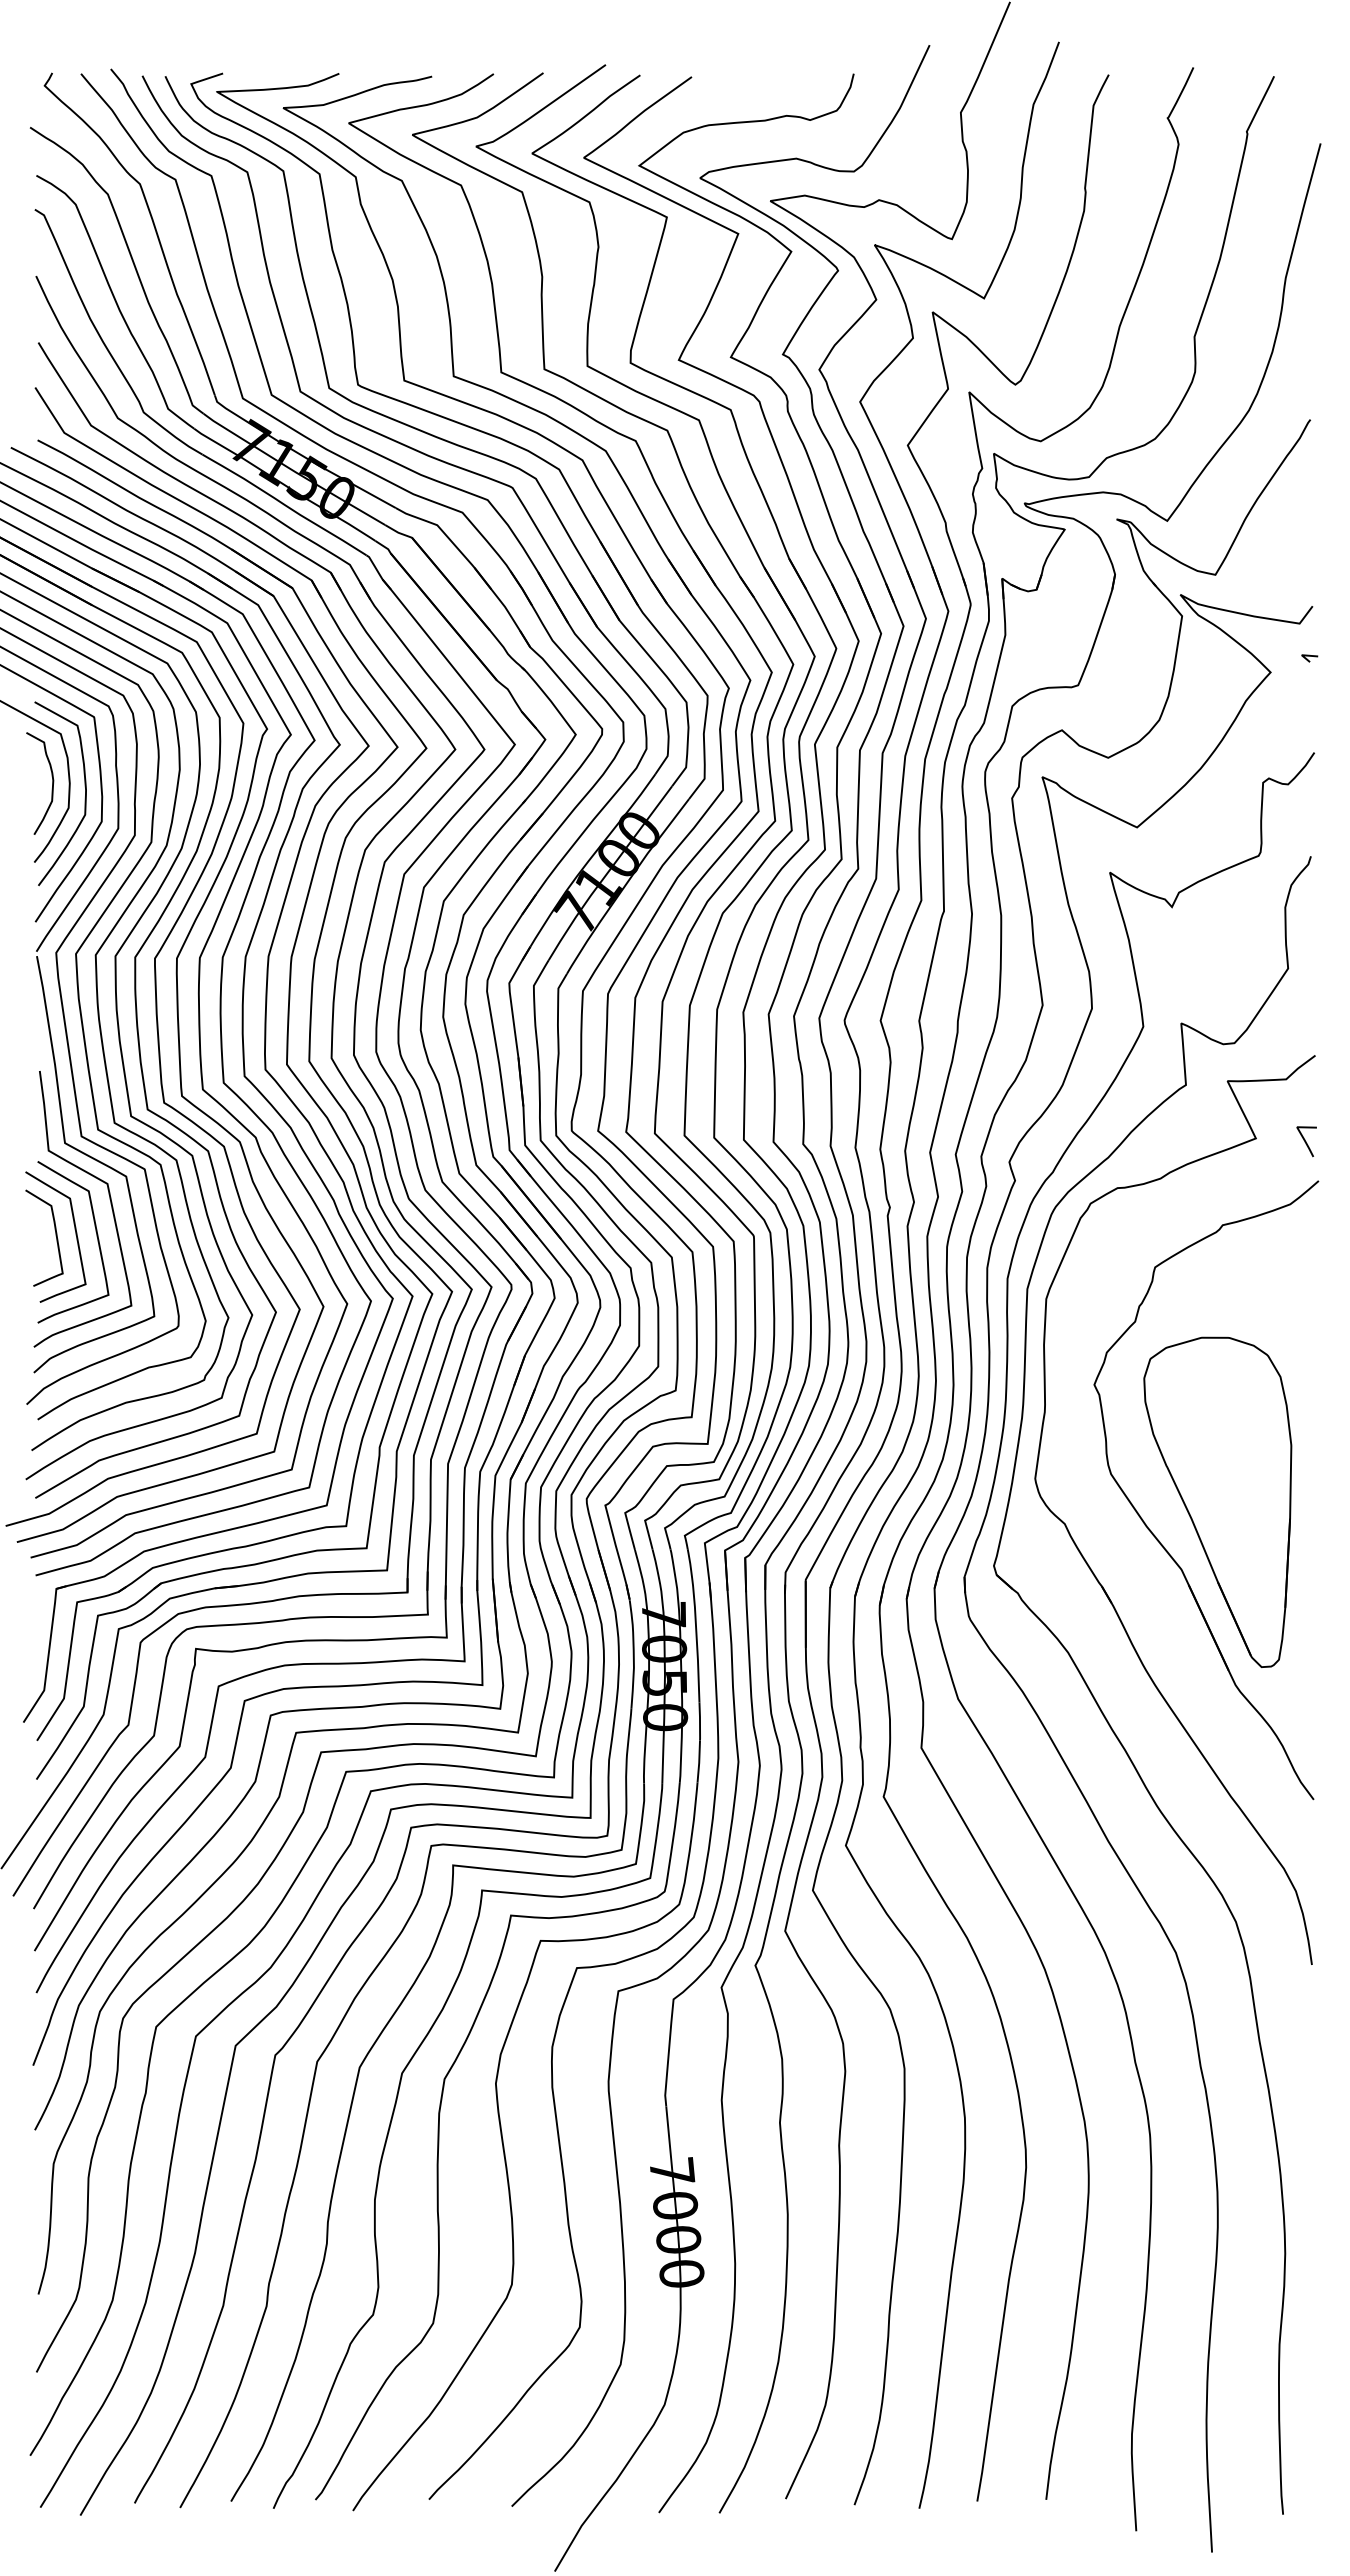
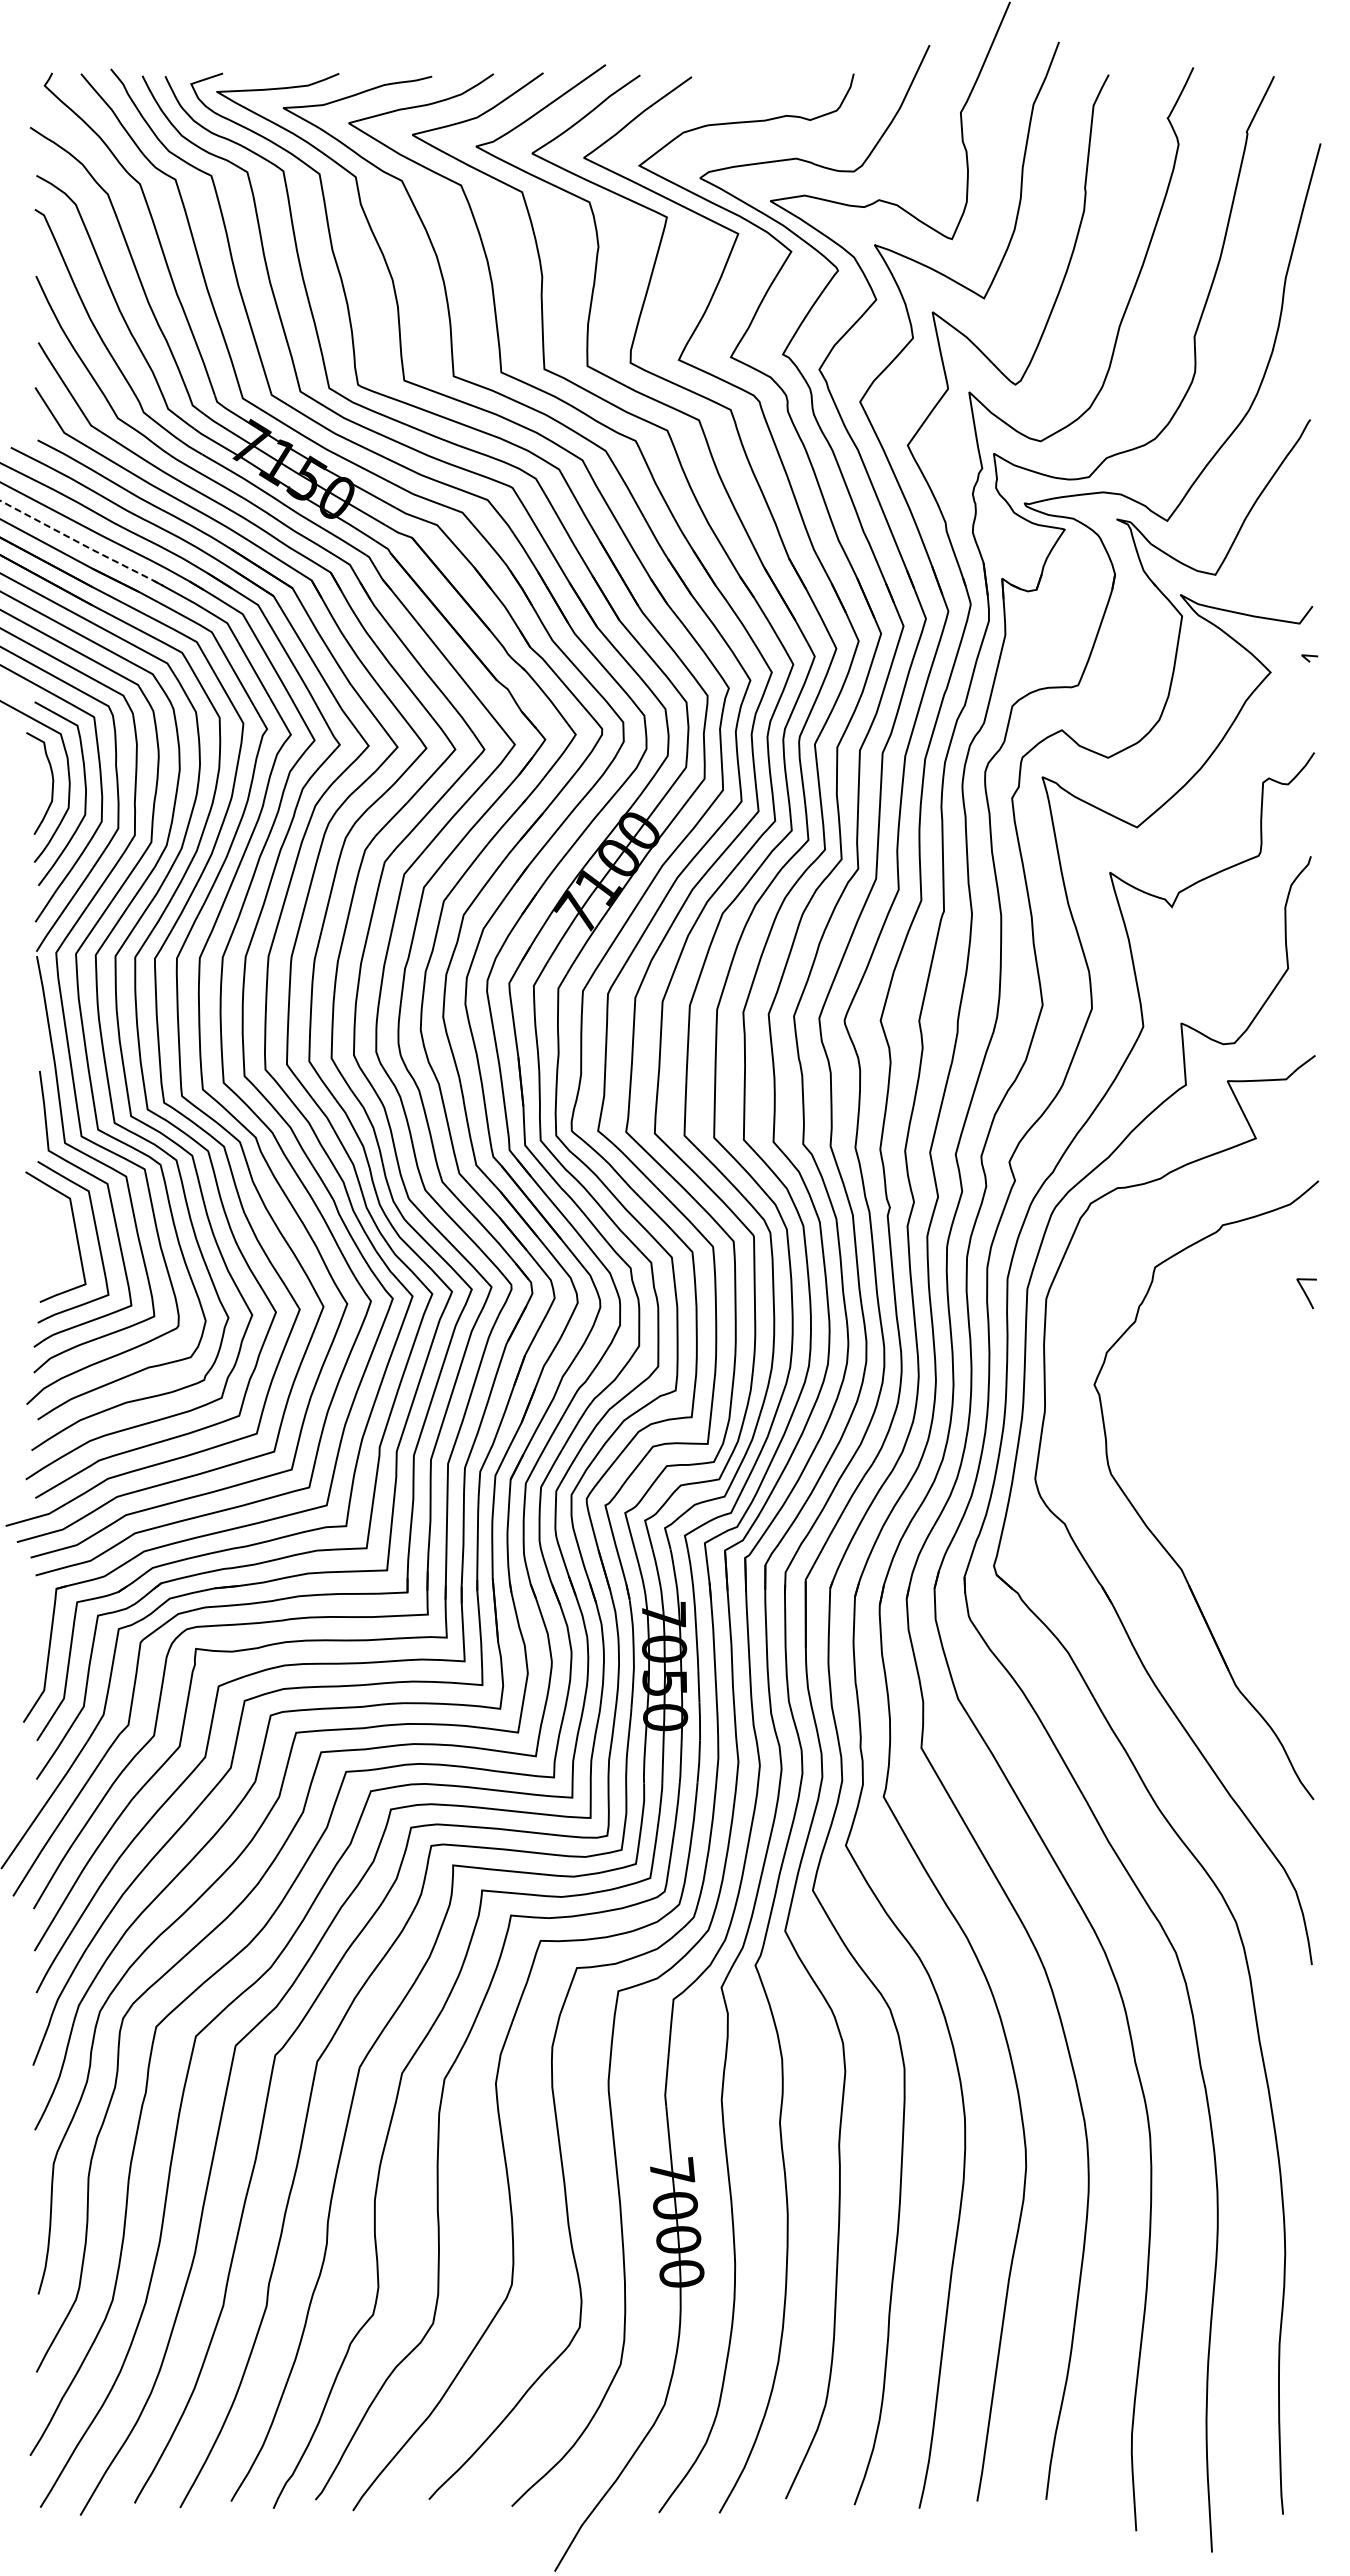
line at (83, 544): solid -> dashed
line at (1306, 1141) position: (1306, 1141) -> (1306, 1293)
curve at (55, 1236): present -> none
part at (1217, 1501): present -> none
